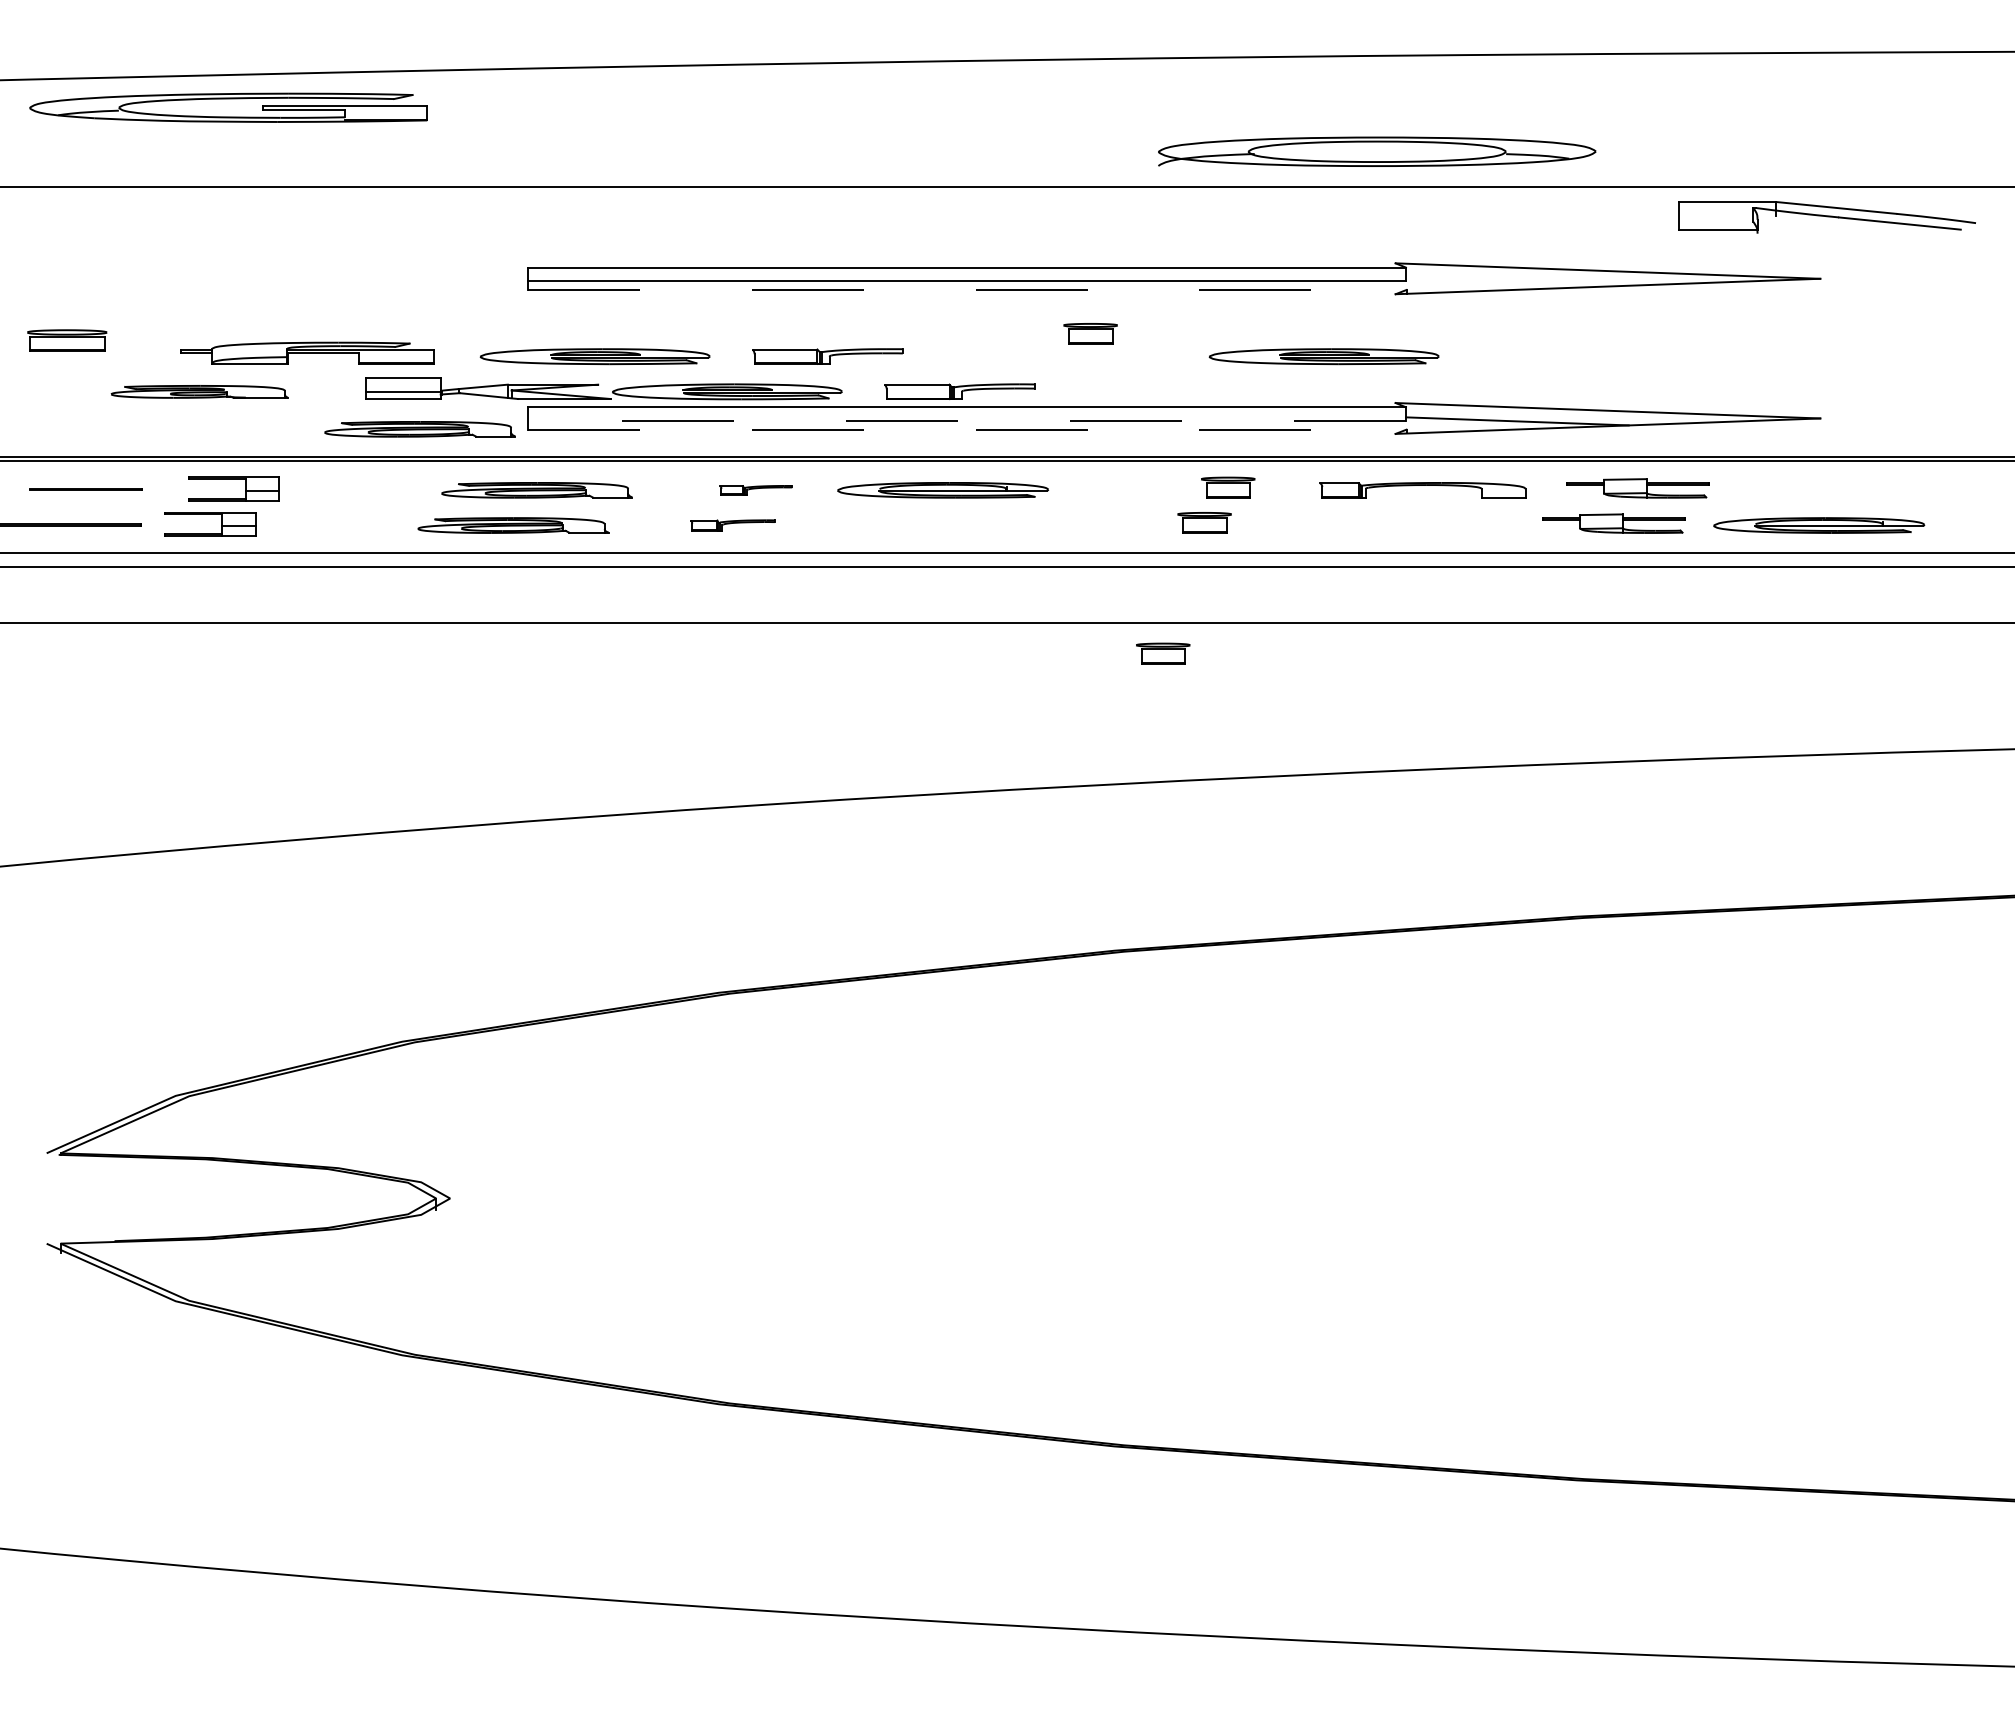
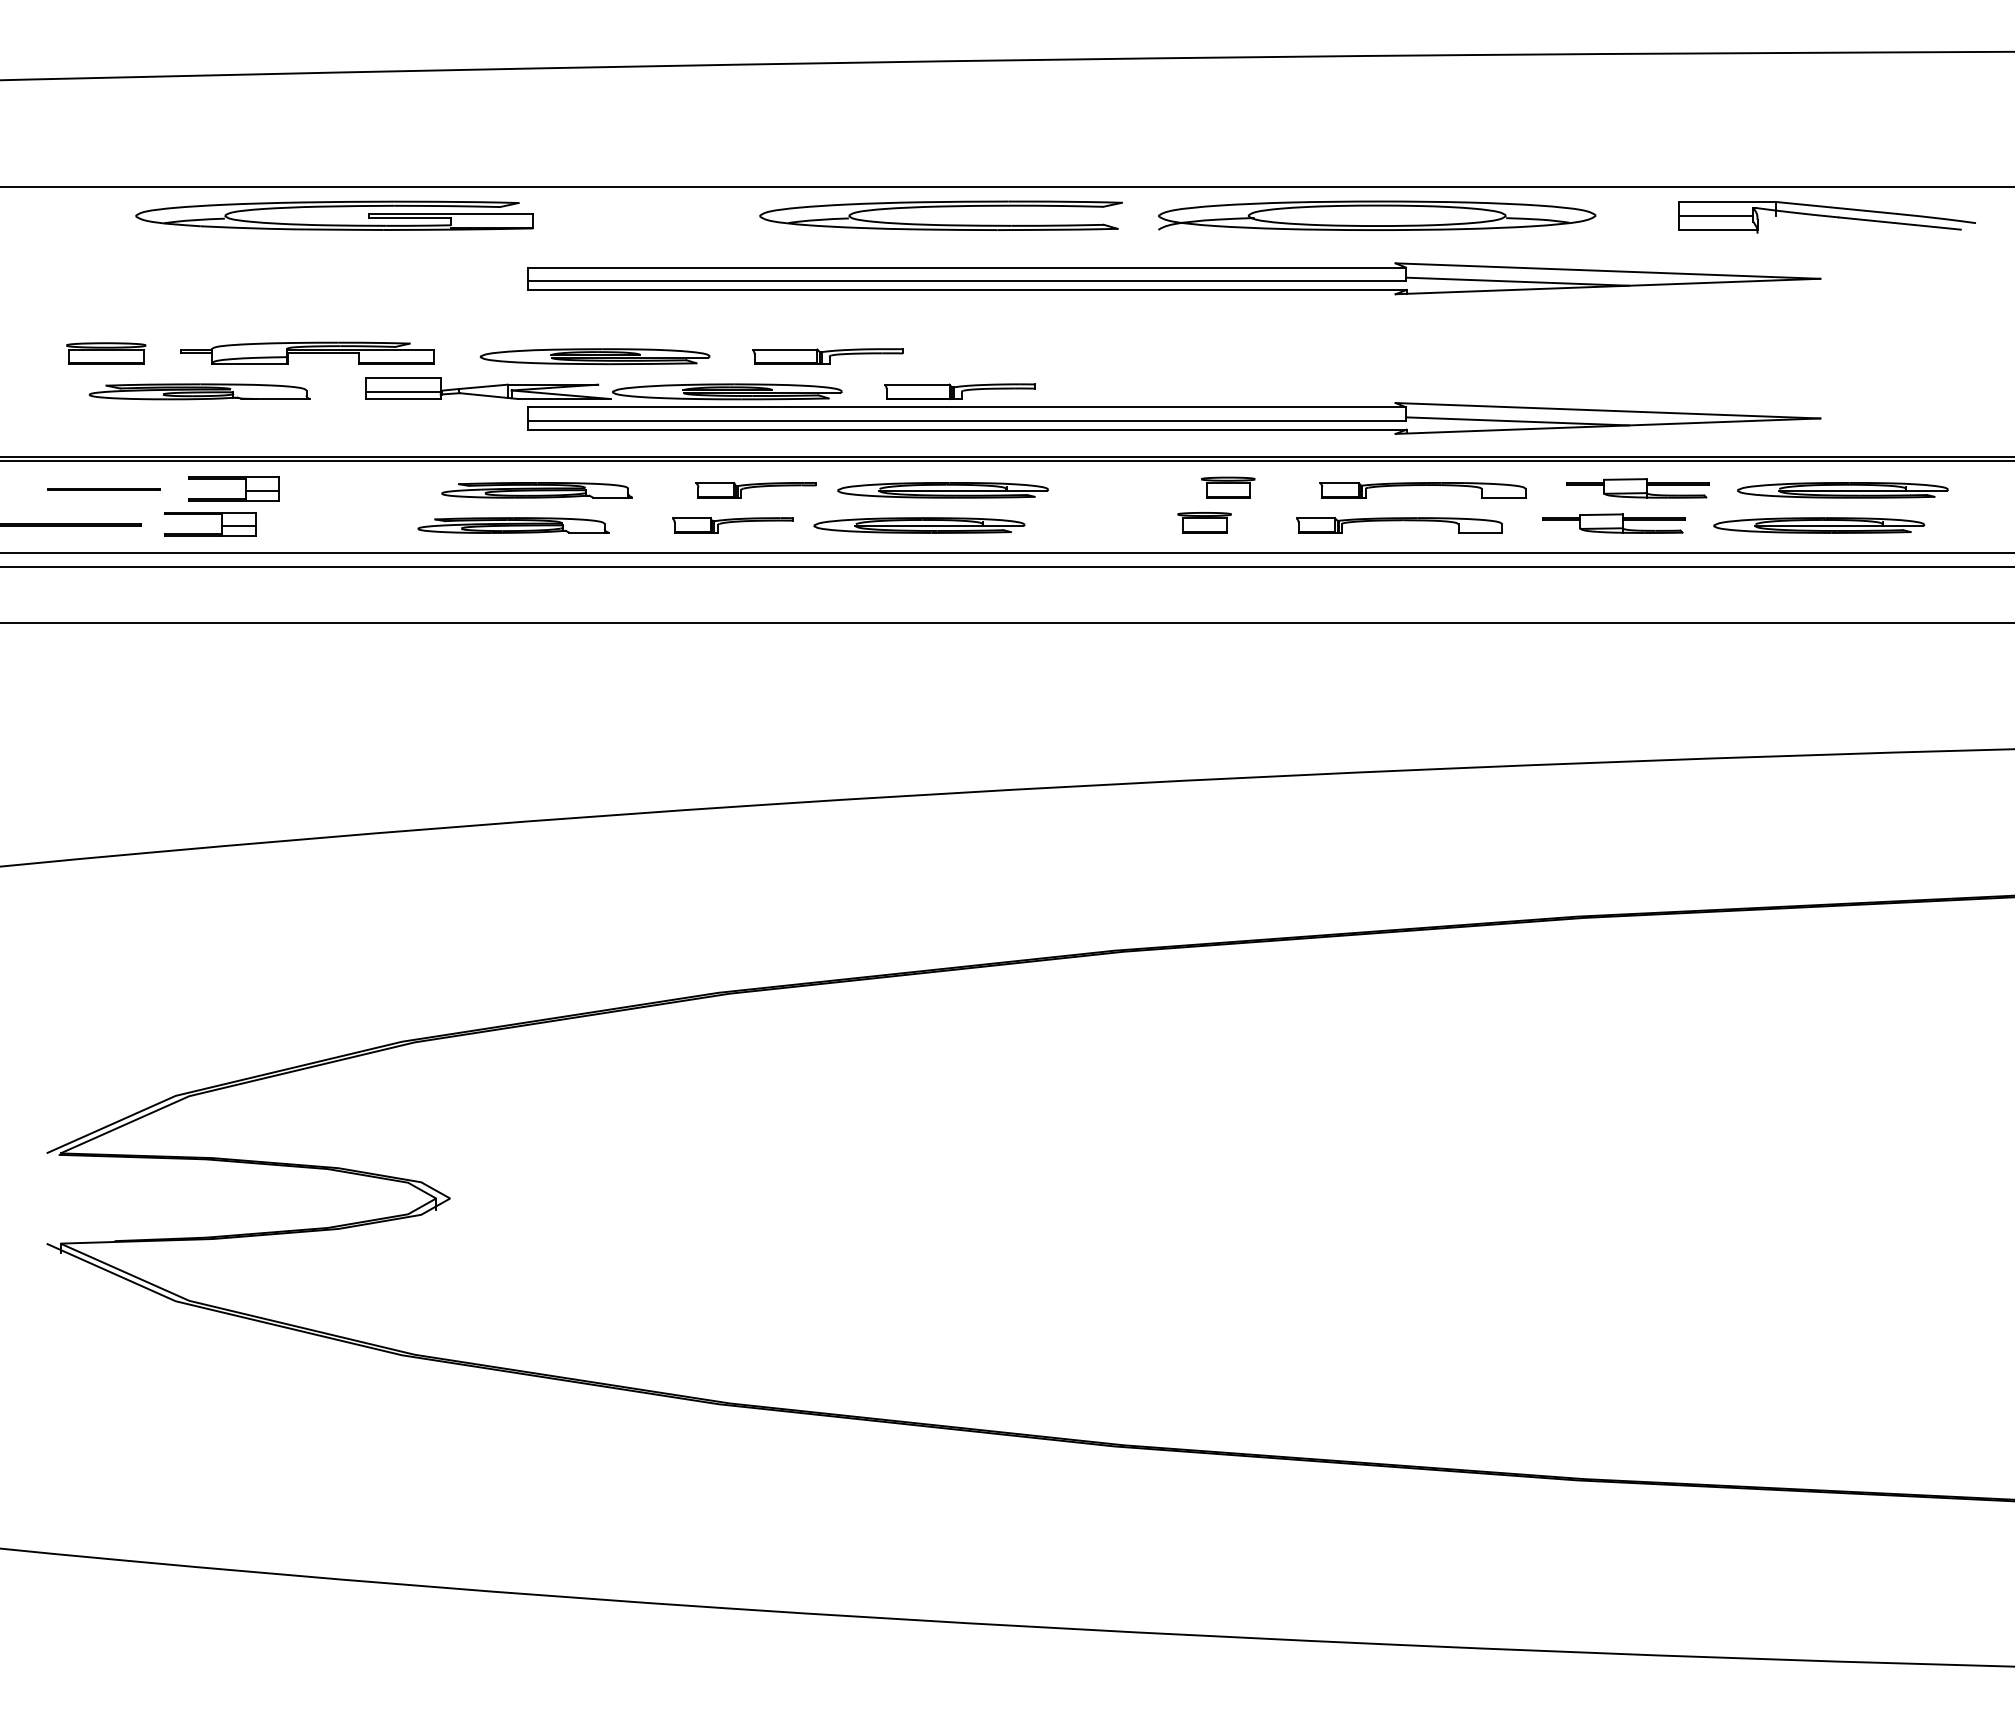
part at (228, 99) position: (228, 99) -> (334, 207)
part at (1377, 151) position: (1377, 151) -> (1377, 215)
part at (940, 207): none -> present
line at (1716, 215): none -> present
line at (1516, 281): none -> present
line at (967, 289): dashed -> solid
part at (1090, 333): present -> none
part at (67, 340) position: (67, 340) -> (106, 353)
part at (1323, 356): present -> none
part at (199, 391) size: 179x14 px -> 223x18 px
line at (966, 421): dashed -> solid
part at (419, 429): present -> none
line at (967, 429): dashed -> solid
line at (85, 489) position: (85, 489) -> (103, 489)
part at (755, 490) size: 74x11 px -> 122x17 px
part at (1842, 490): none -> present
part at (732, 525) size: 86x13 px -> 122x17 px
part at (919, 525): none -> present
part at (1399, 525): none -> present
part at (1163, 653): present -> none
